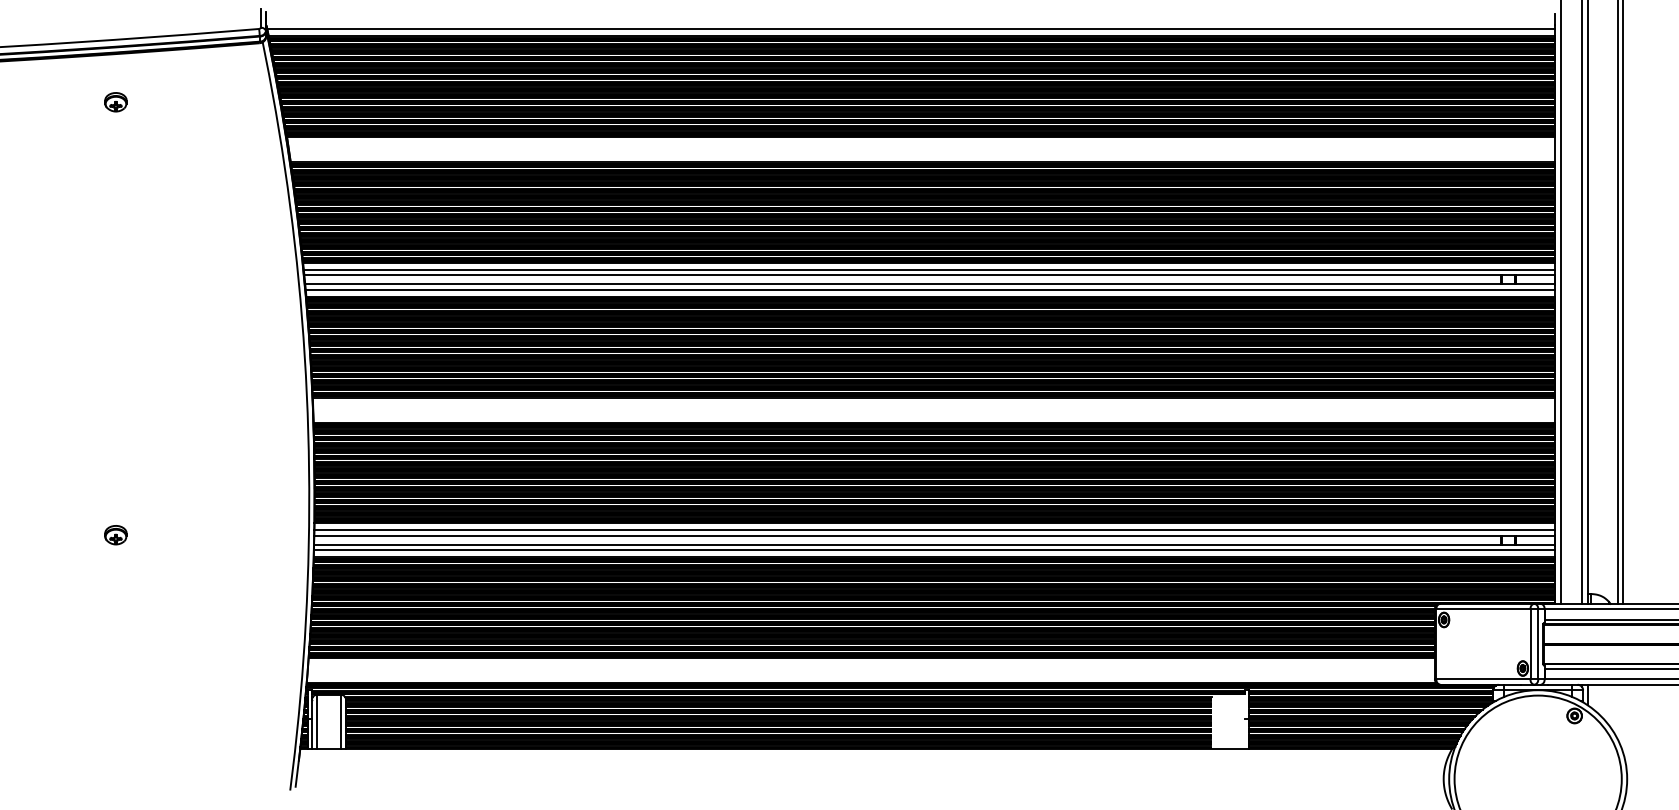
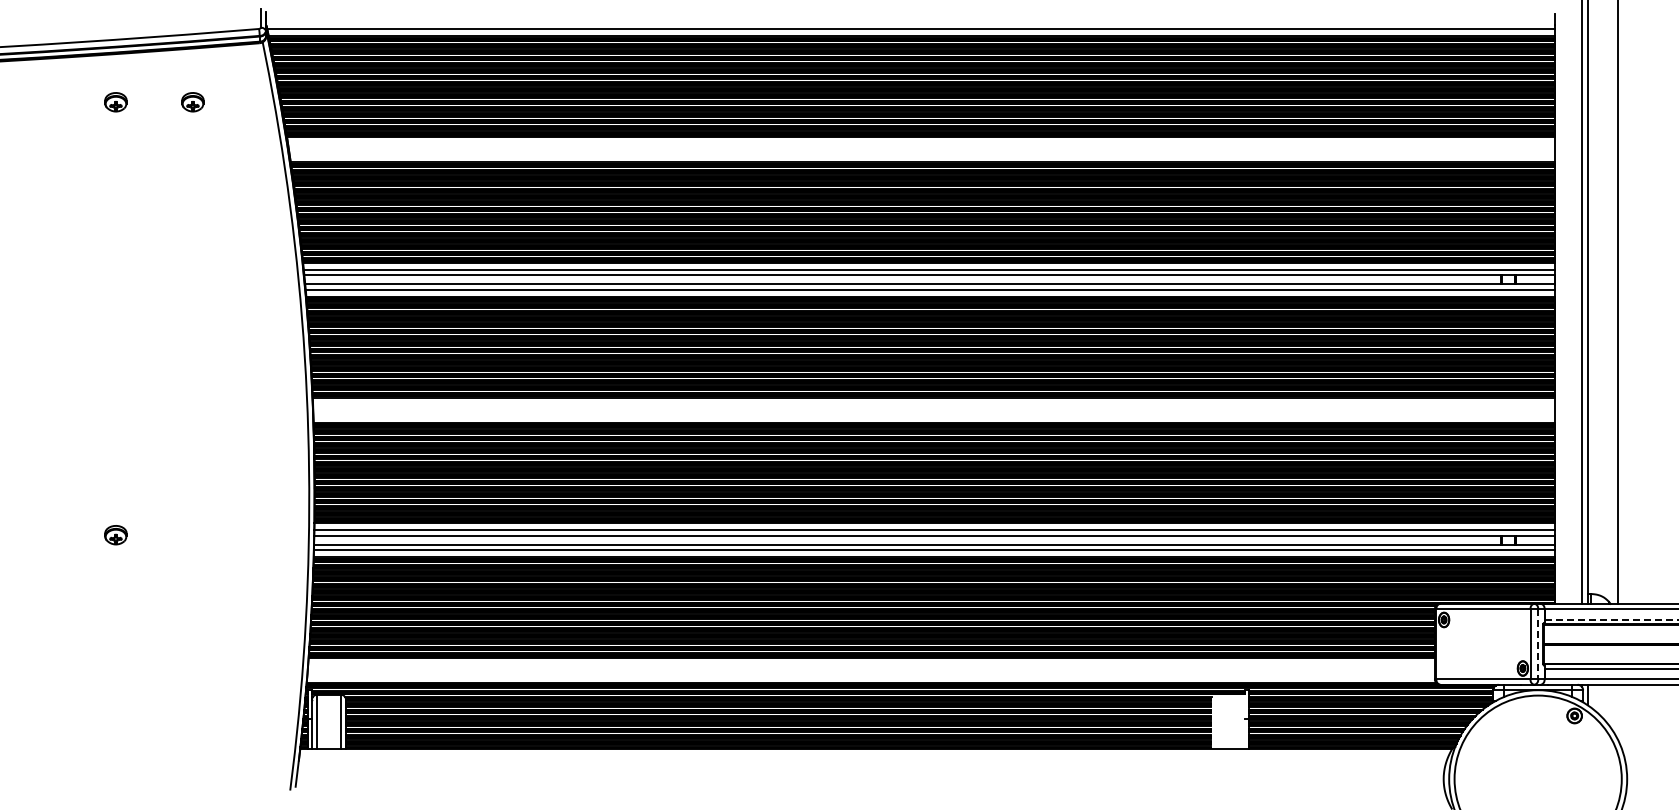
part at (192, 102): none -> present
line at (1560, 302): present -> none
line at (1623, 302): present -> none
line at (1611, 619): solid -> dashed
line at (1538, 644): solid -> dashed
